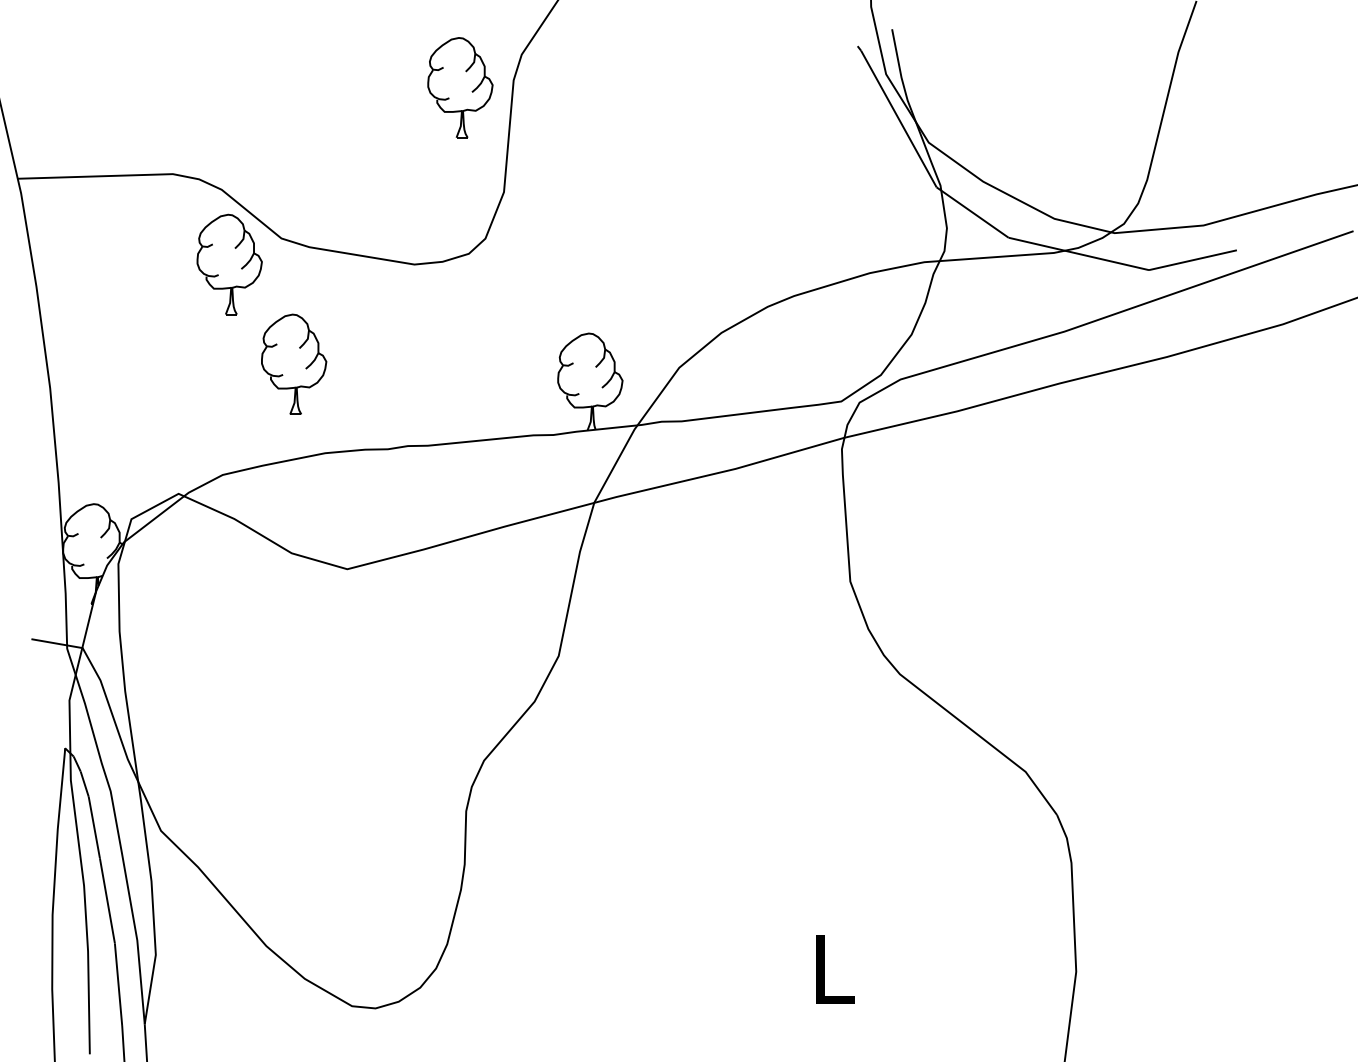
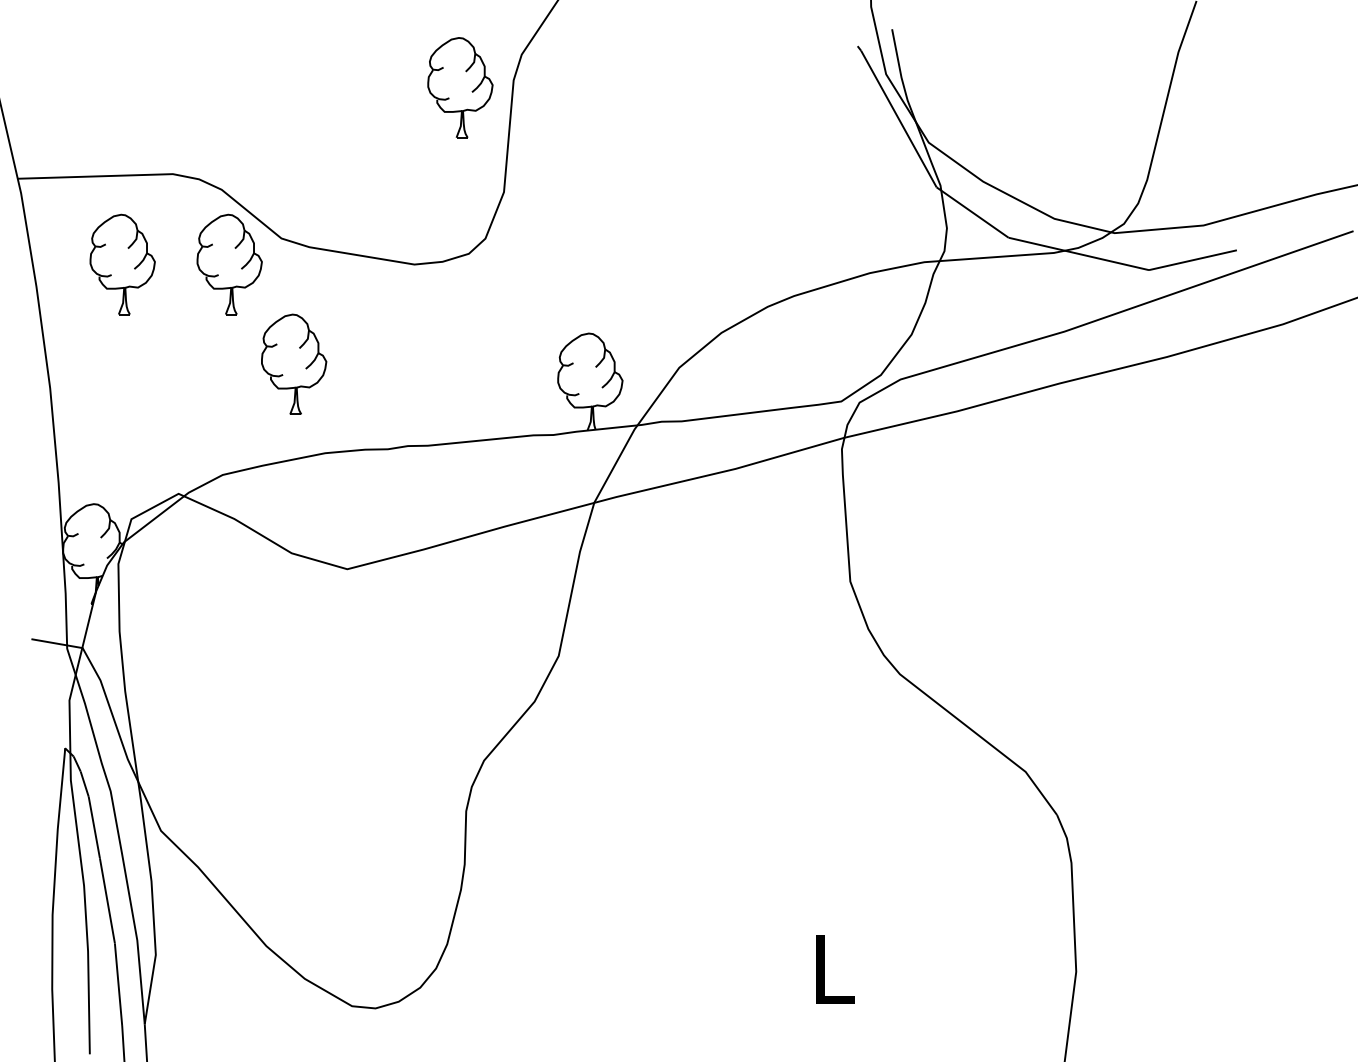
part at (122, 264): none -> present
